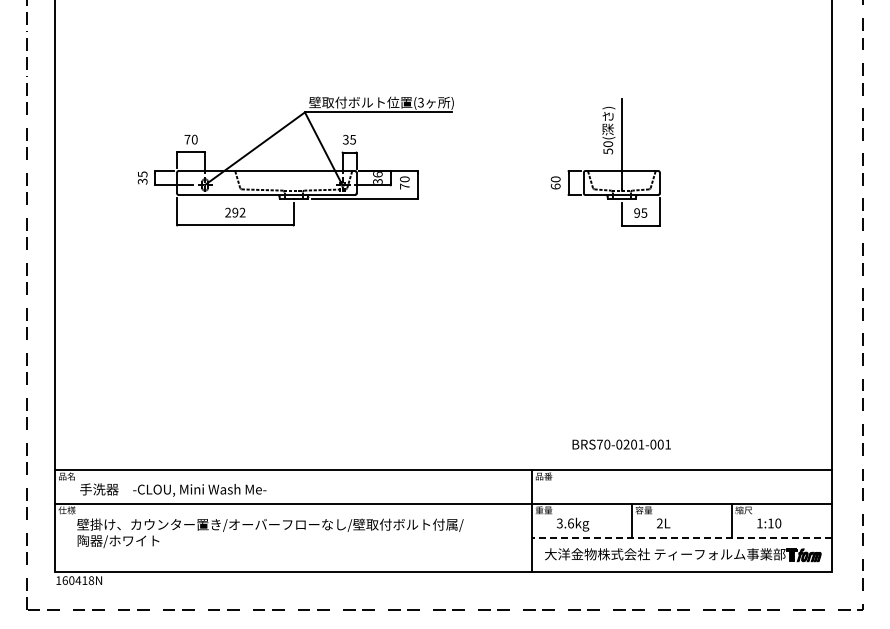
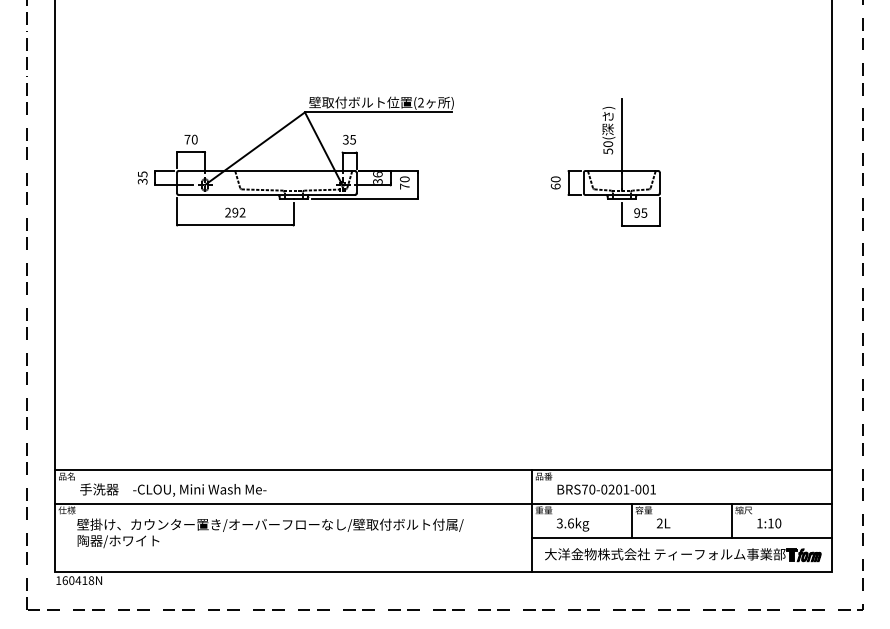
text at (420, 103): (3 -> (2
text at (621, 444) position: (621, 444) -> (606, 489)
line at (682, 537): dashed -> solid
